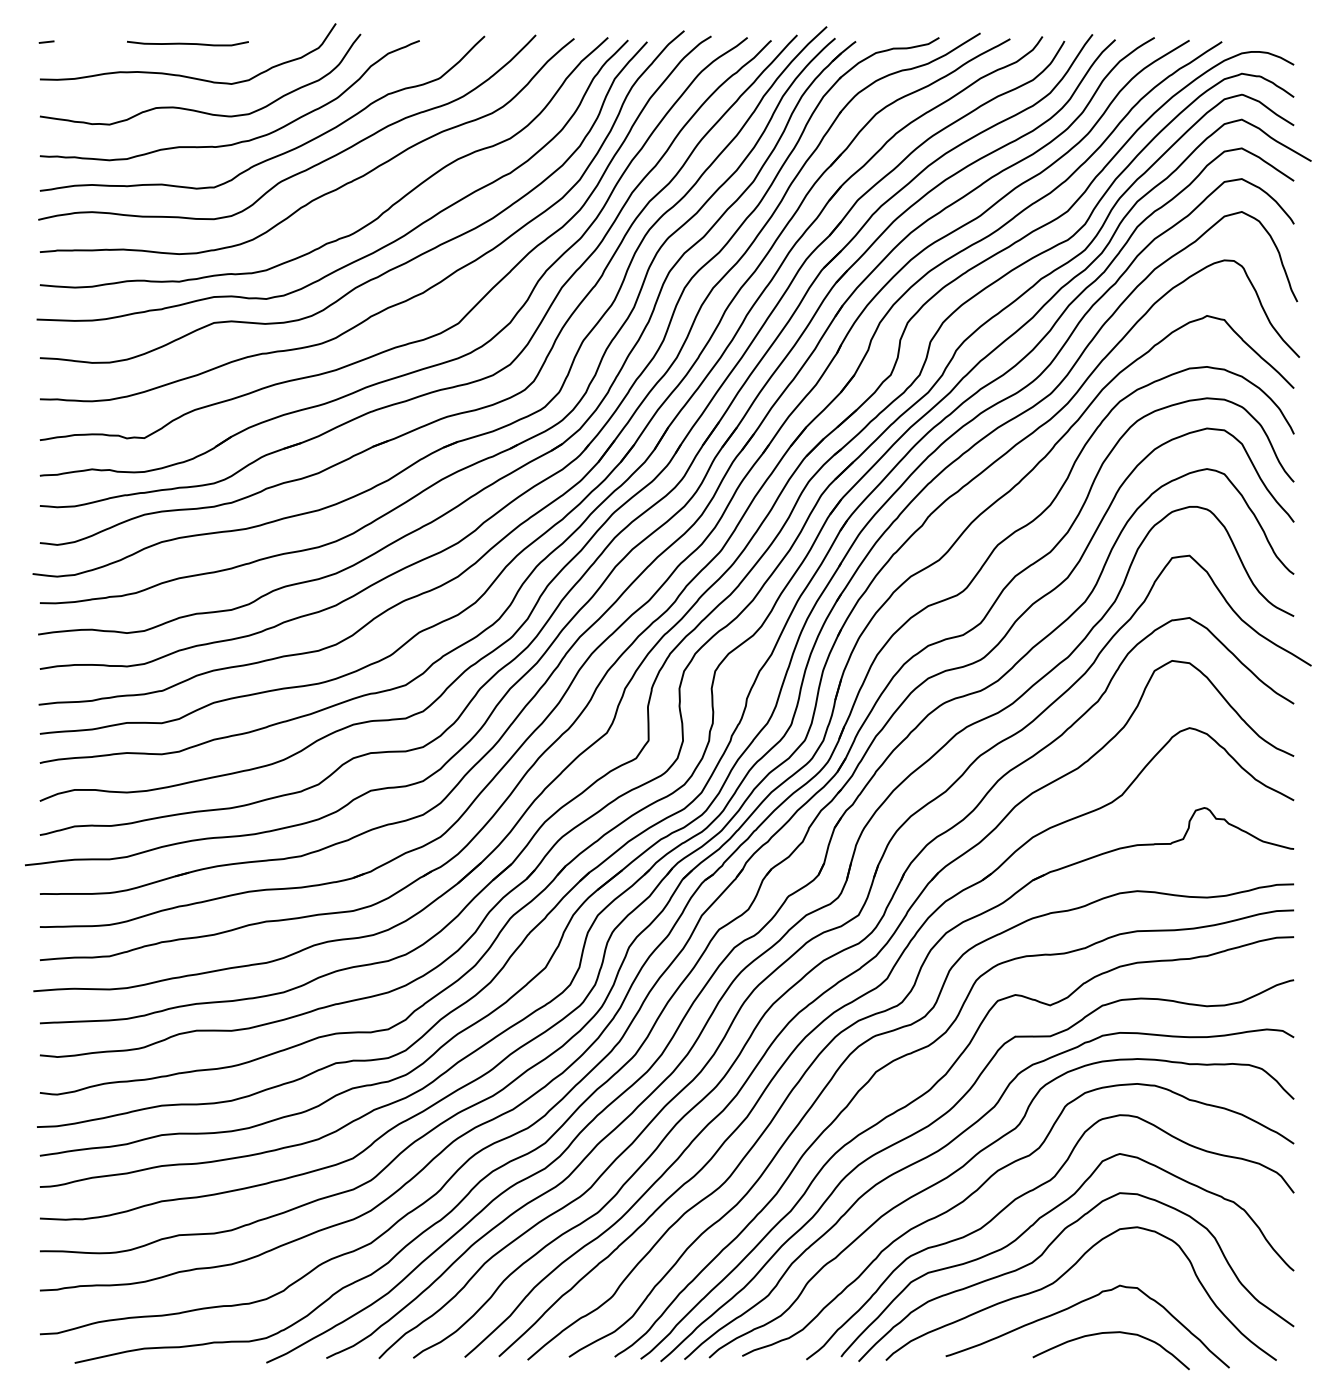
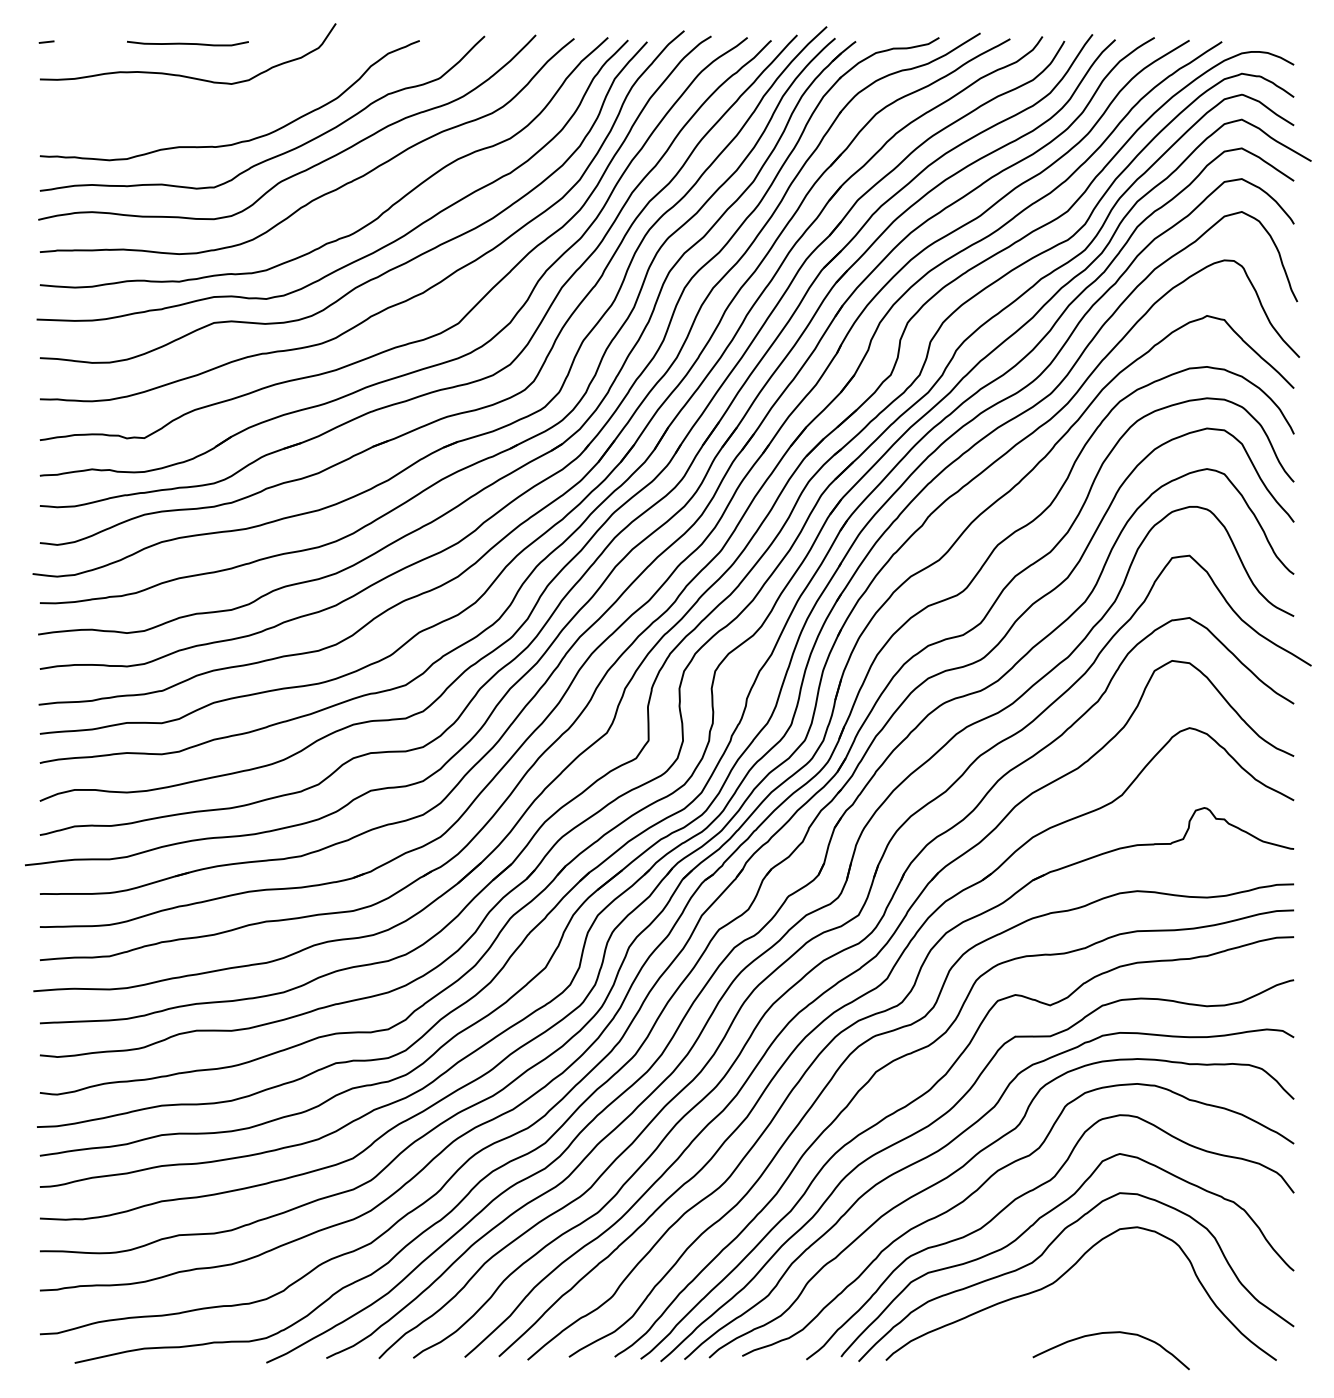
curve at (194, 109): present -> none
curve at (1076, 1305): present -> none
